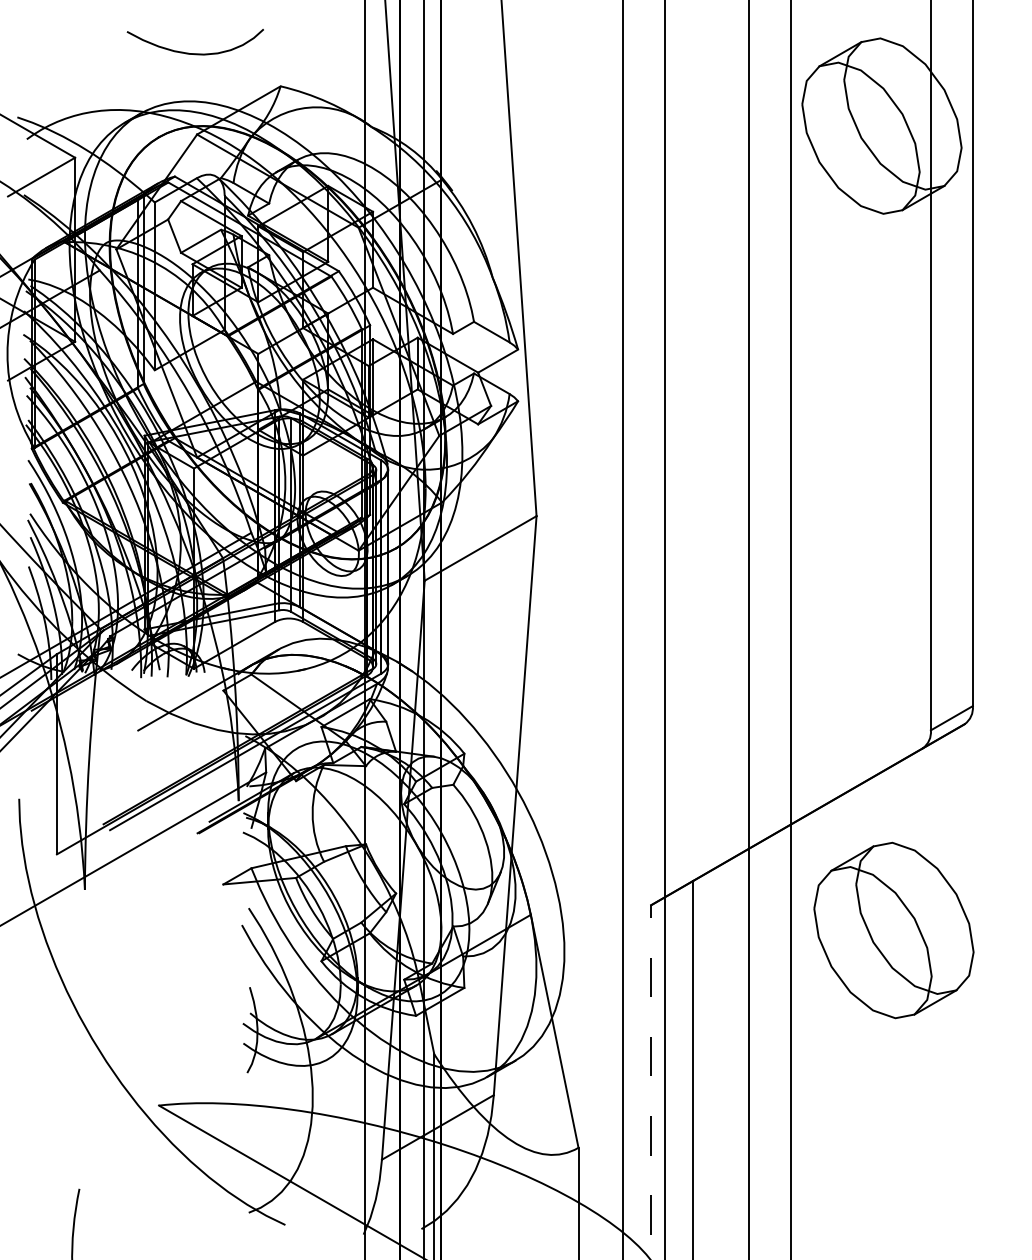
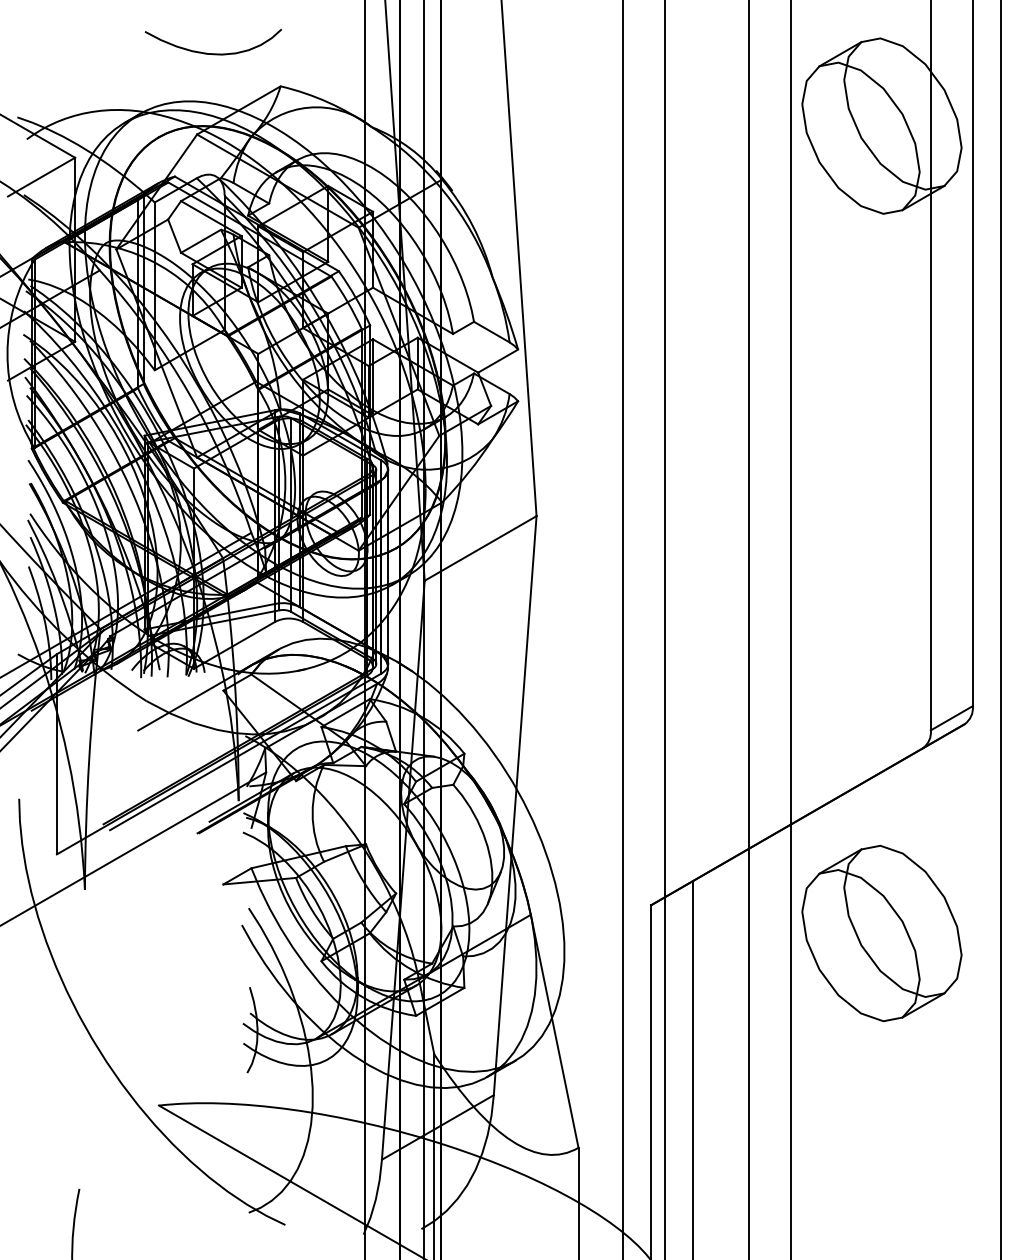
curve at (194, 53) position: (194, 53) -> (212, 53)
line at (1000, 629): none -> present
part at (893, 930) position: (893, 930) -> (881, 933)
line at (651, 1082): dashed -> solid
